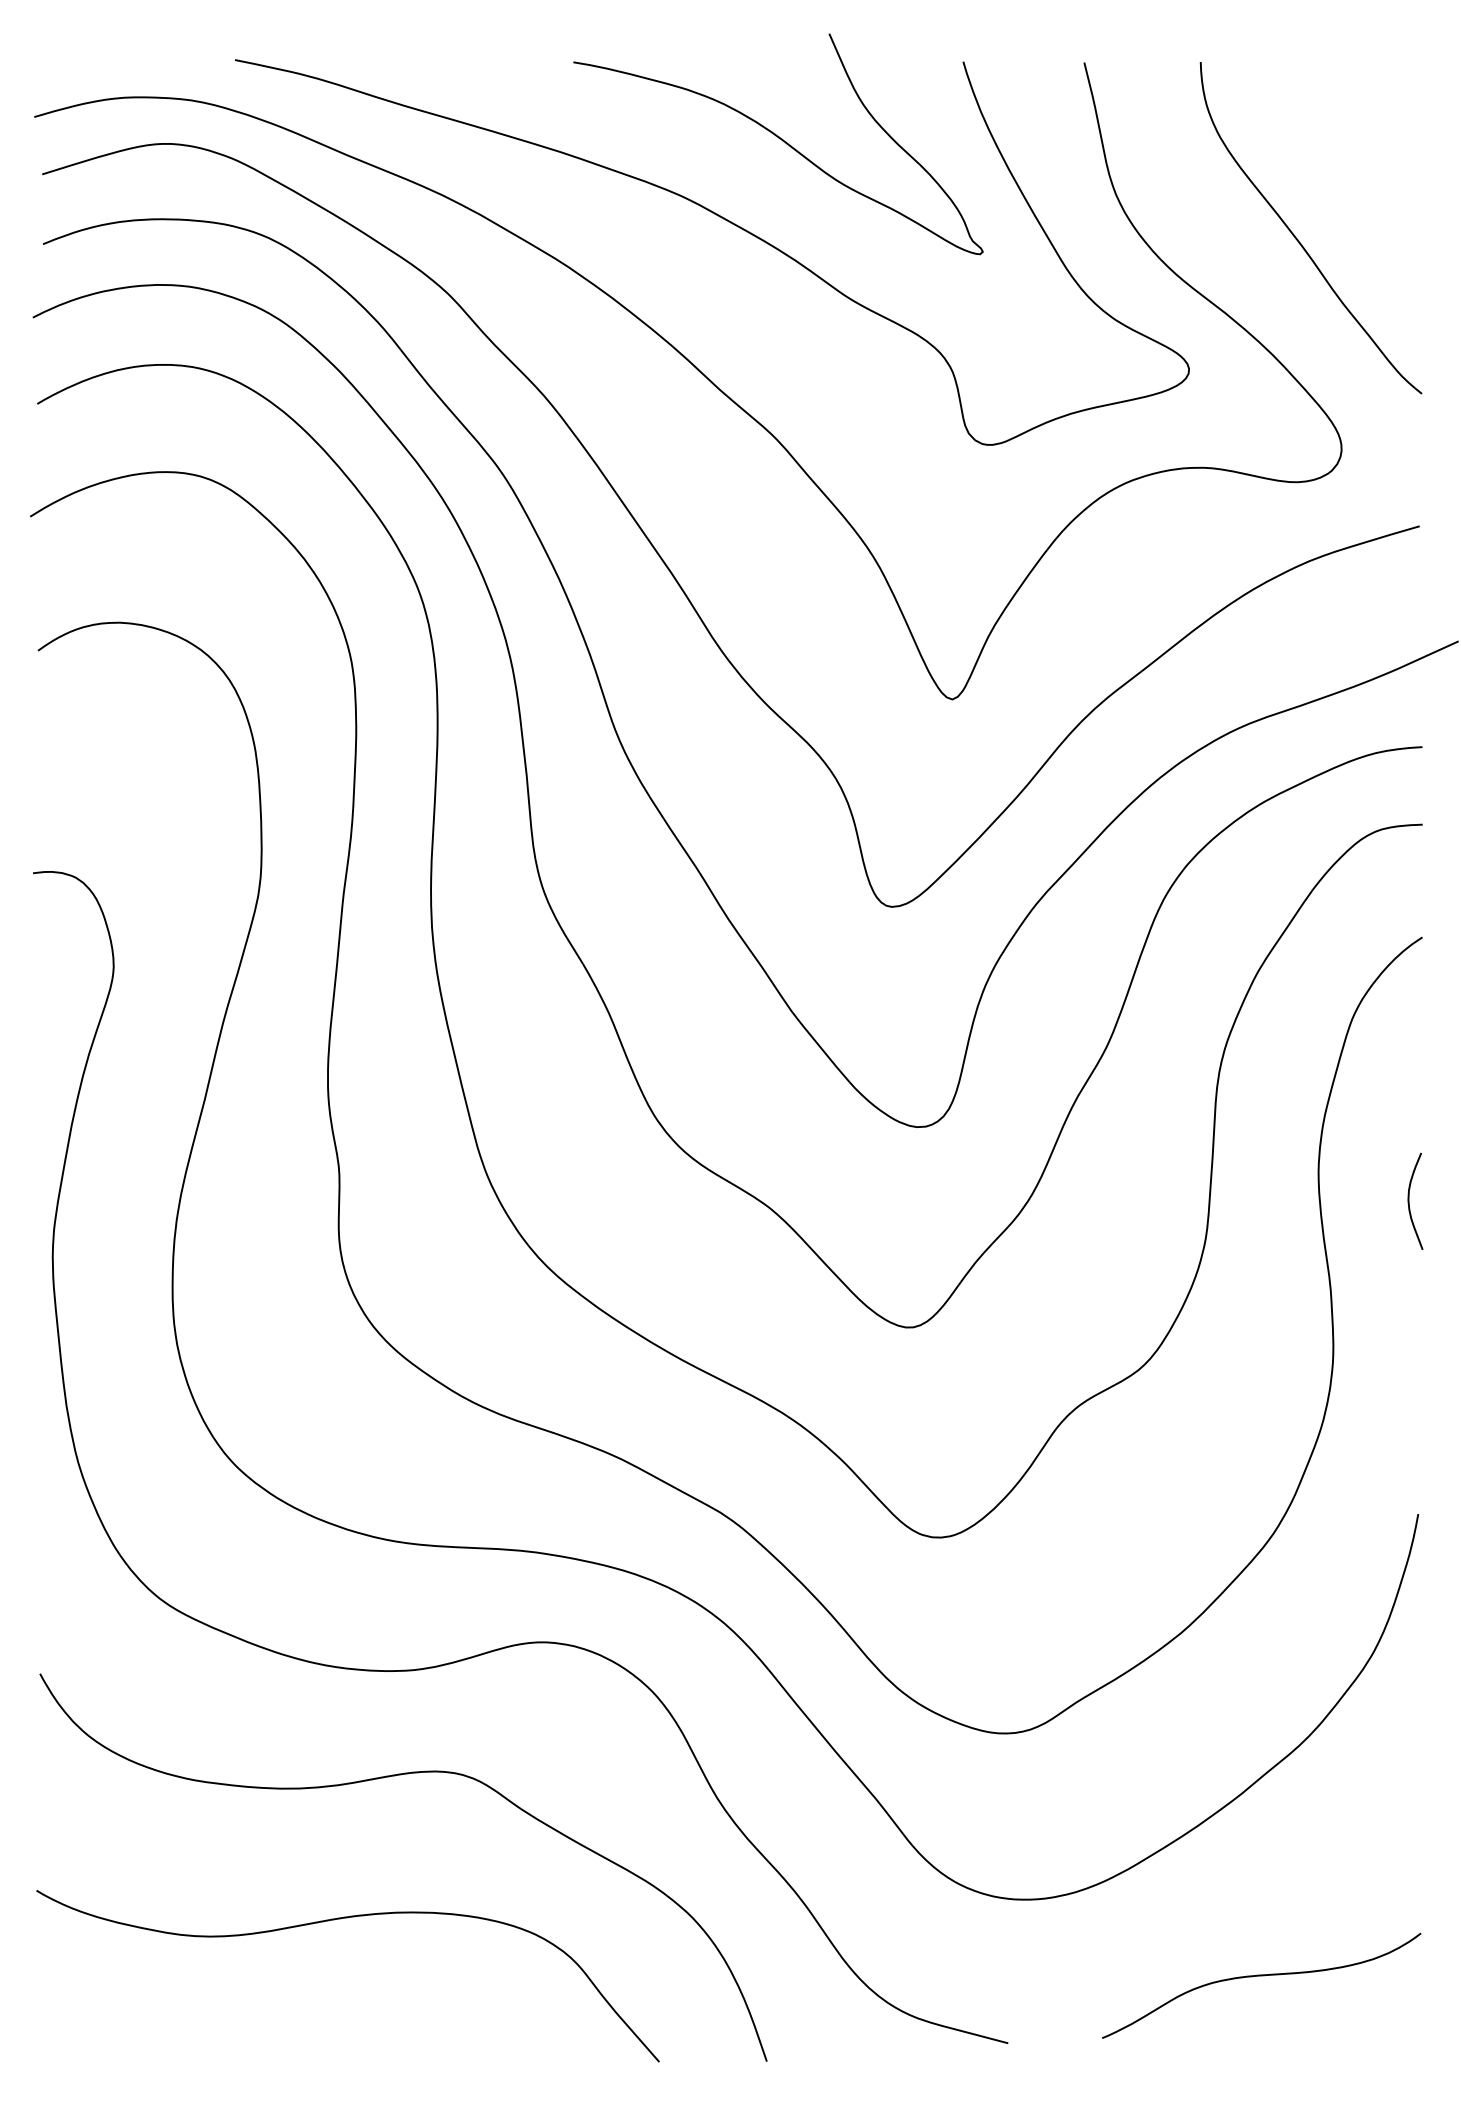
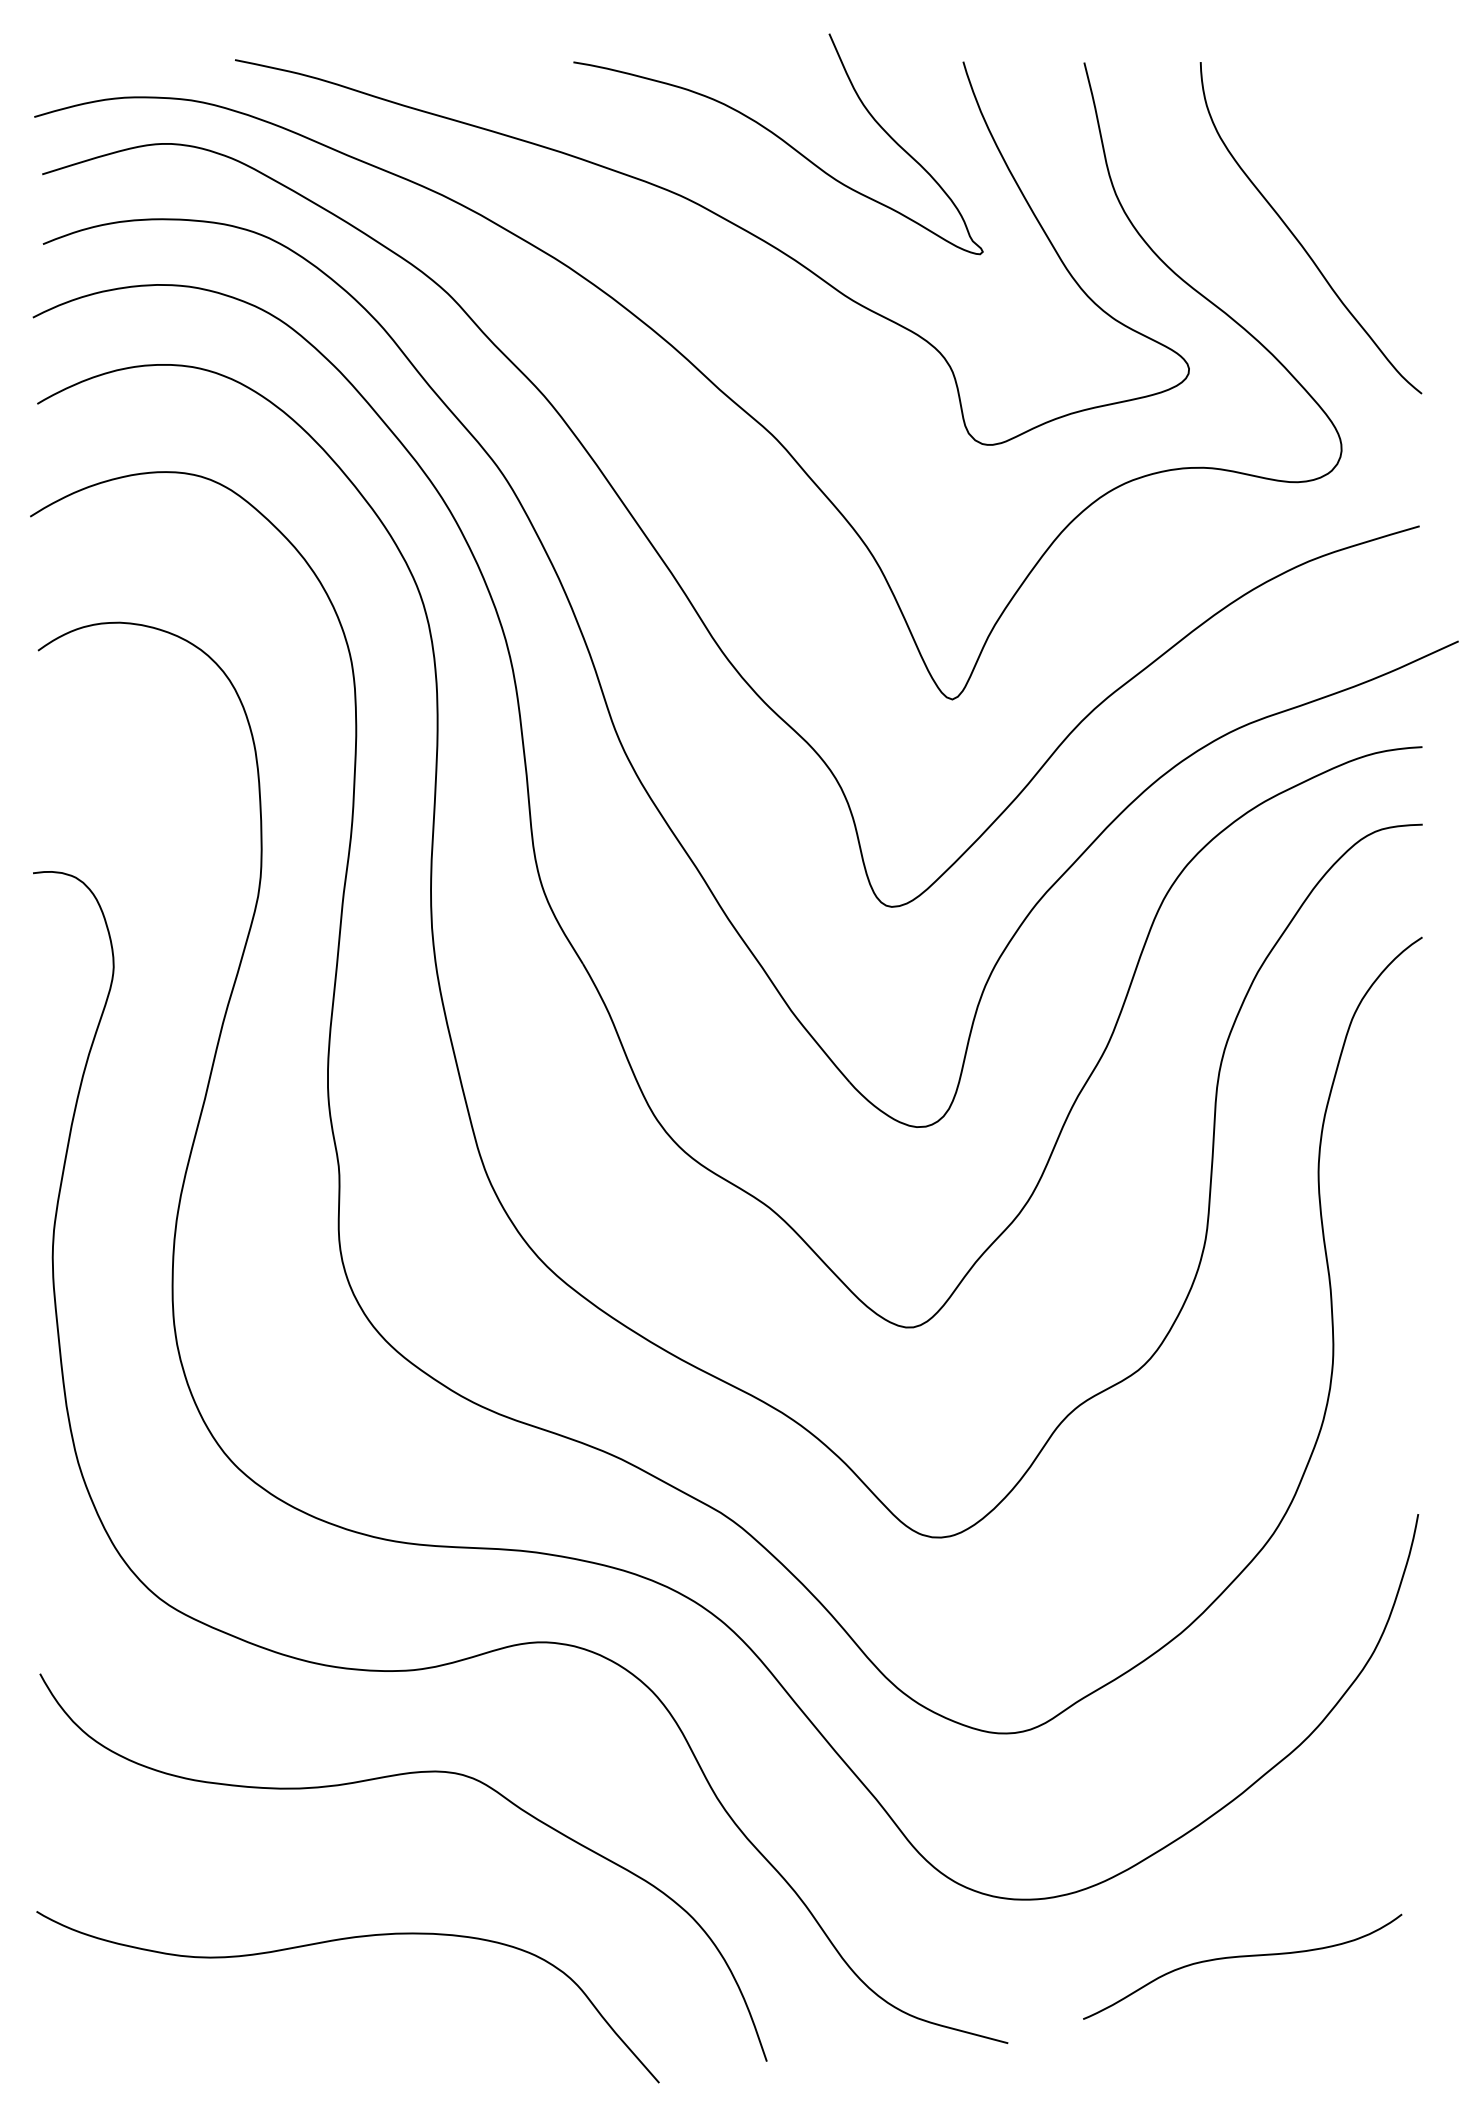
curve at (1409, 1200): present -> none
curve at (340, 1919) position: (340, 1919) -> (340, 1940)
curve at (1261, 1976) position: (1261, 1976) -> (1242, 1957)
